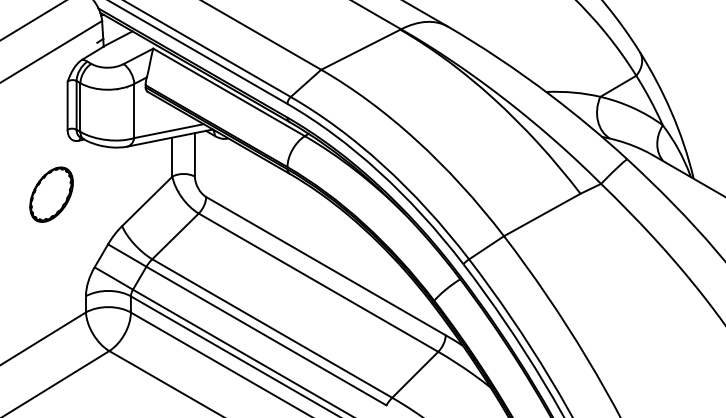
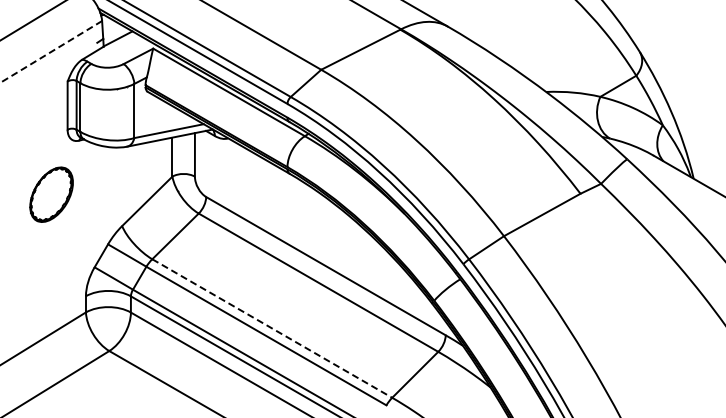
line at (51, 52): solid -> dashed
line at (272, 328): solid -> dashed
